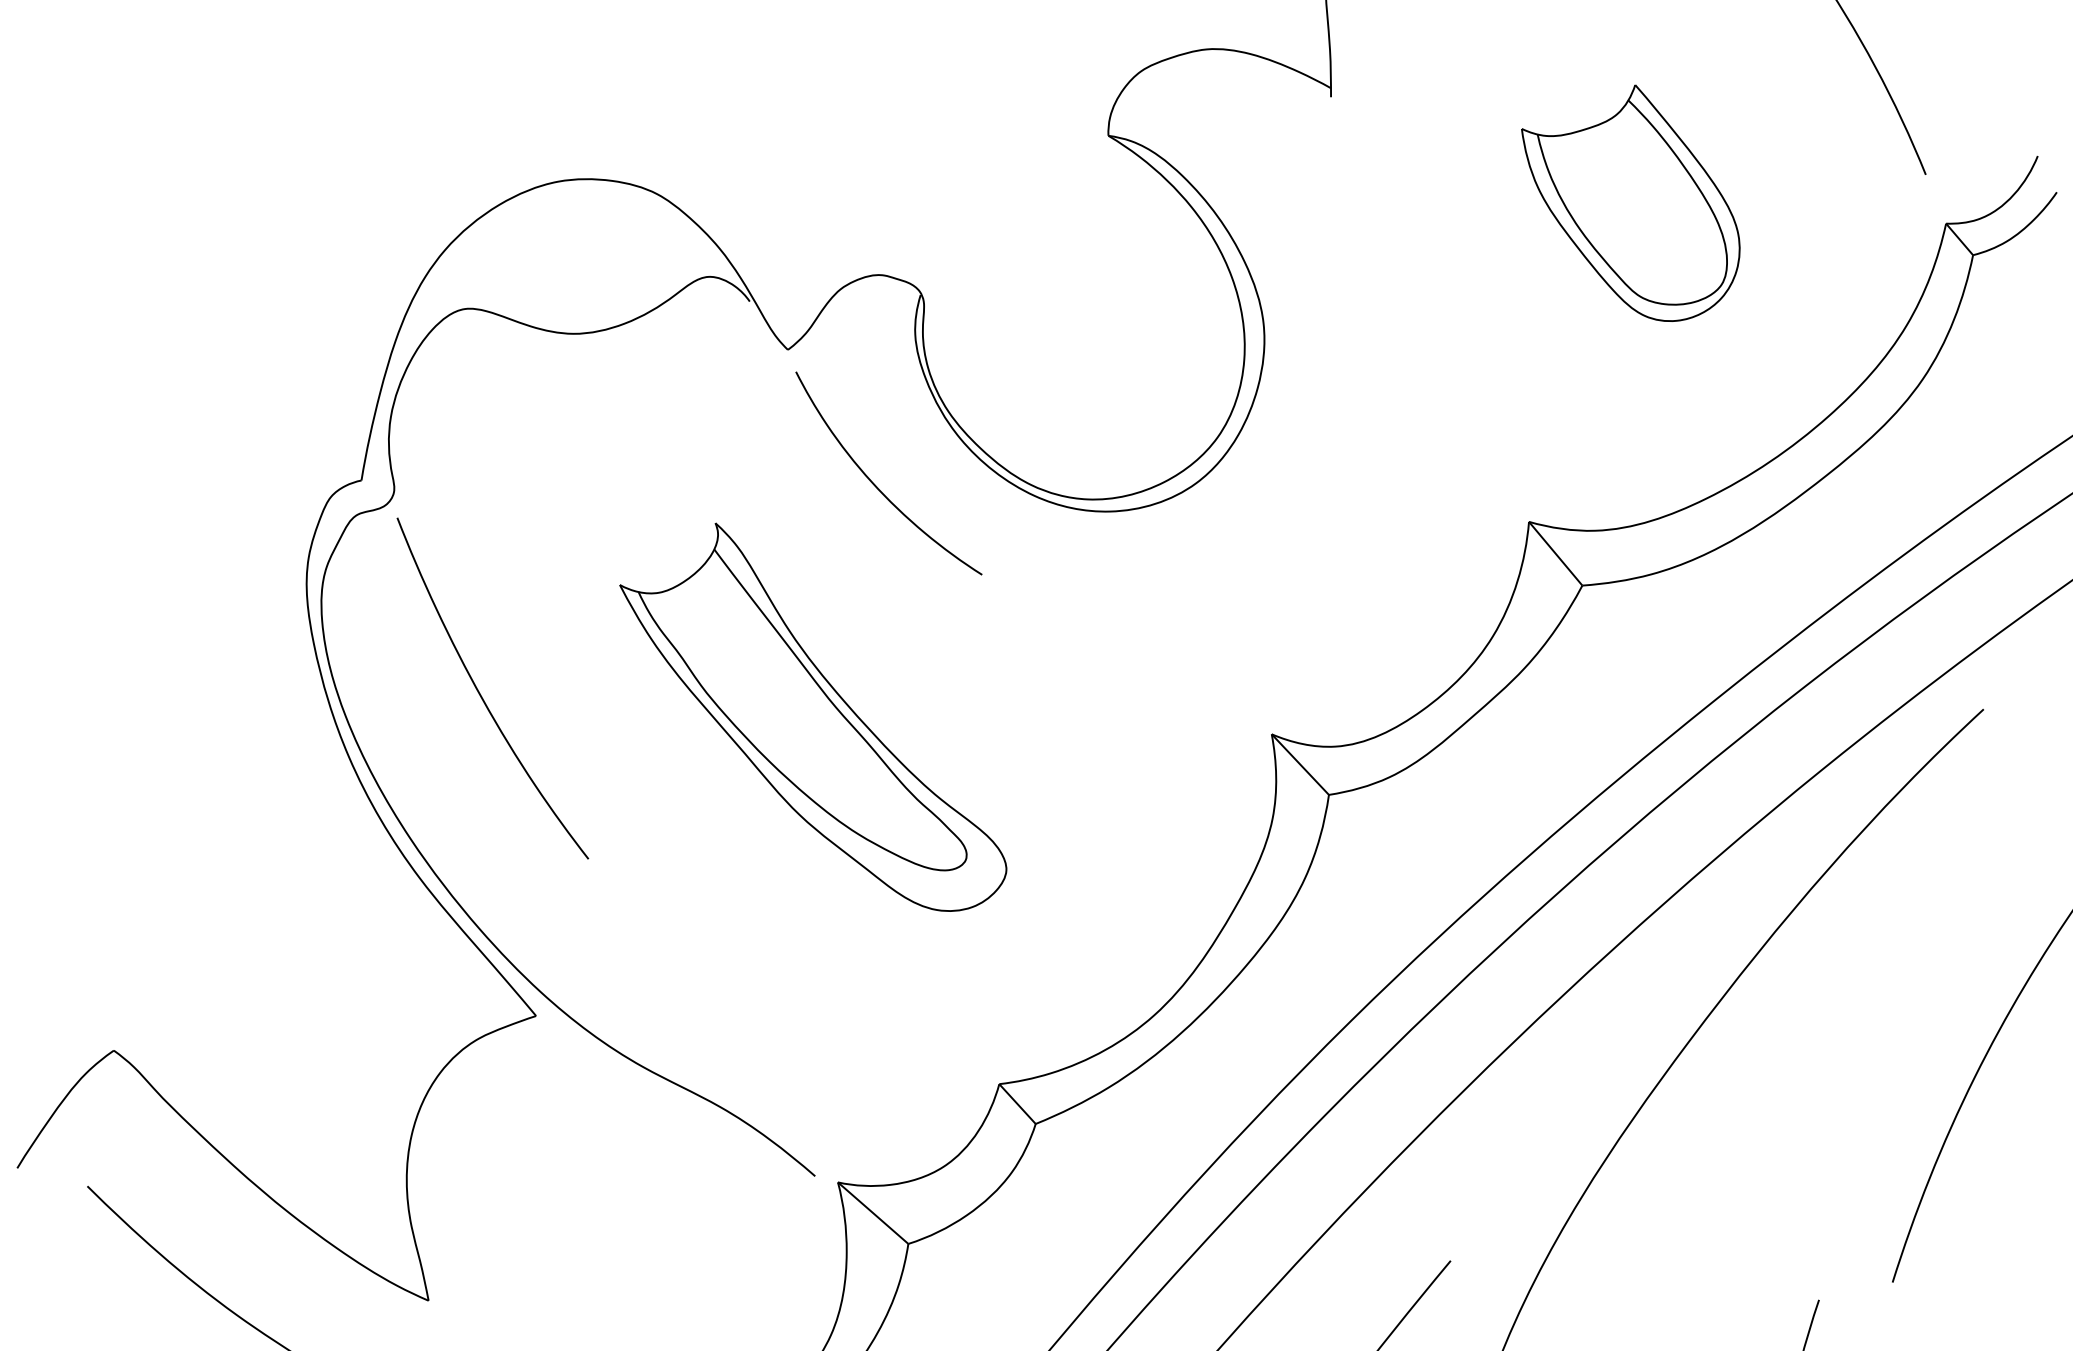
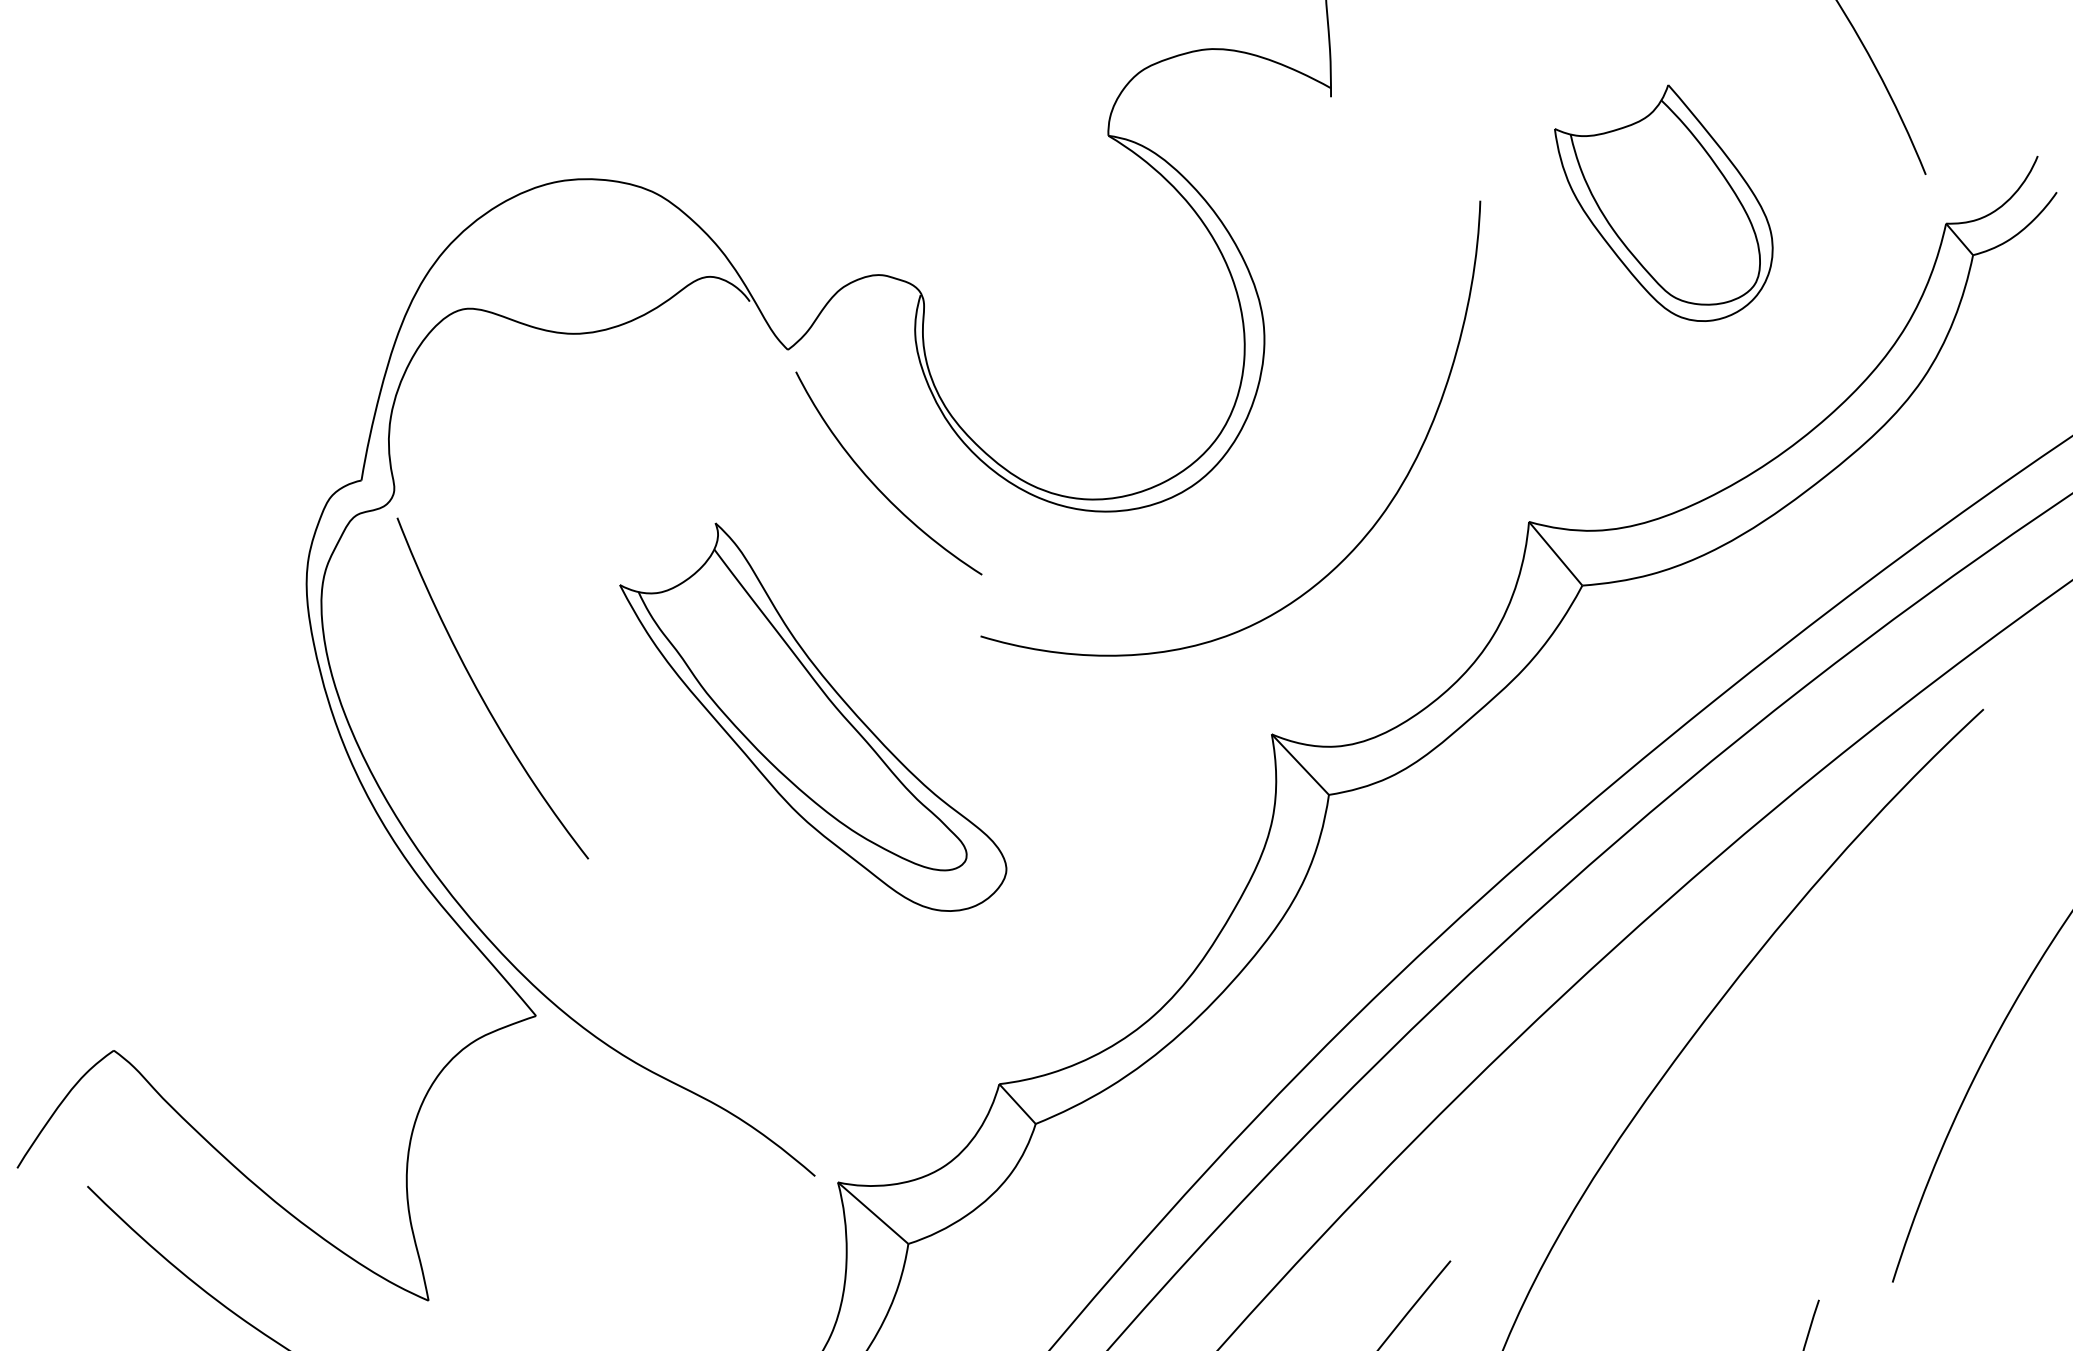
part at (1630, 202) position: (1630, 202) -> (1663, 202)
curve at (1358, 542): none -> present
